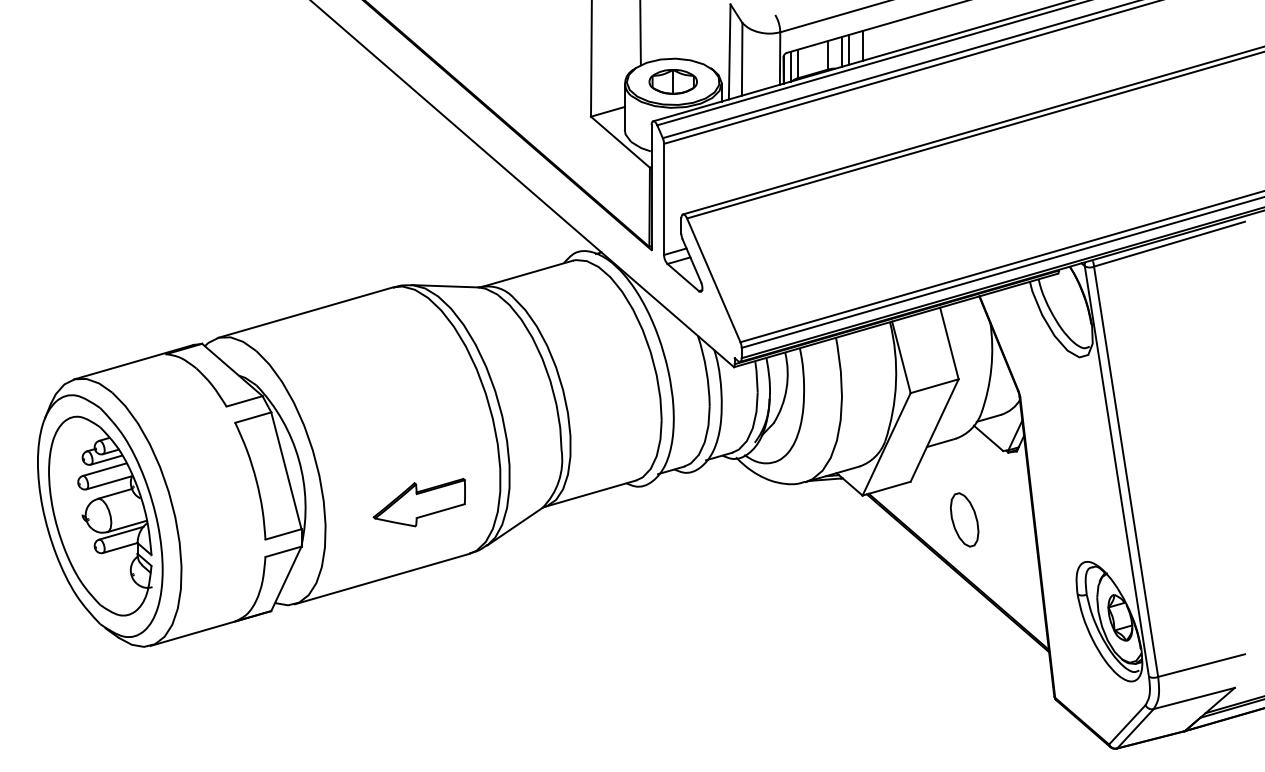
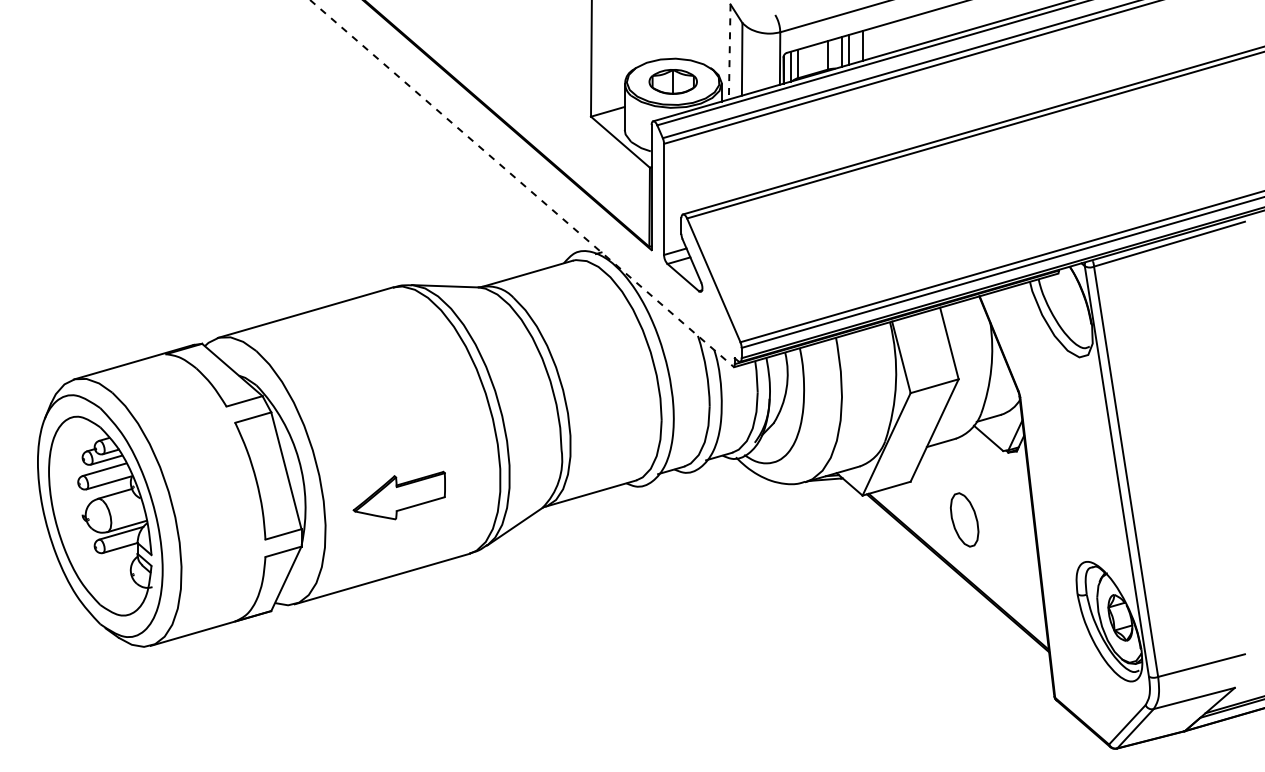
line at (640, 33): present -> none
line at (729, 51): solid -> dashed
line at (522, 184): solid -> dashed
part at (418, 502) position: (418, 502) -> (398, 495)
